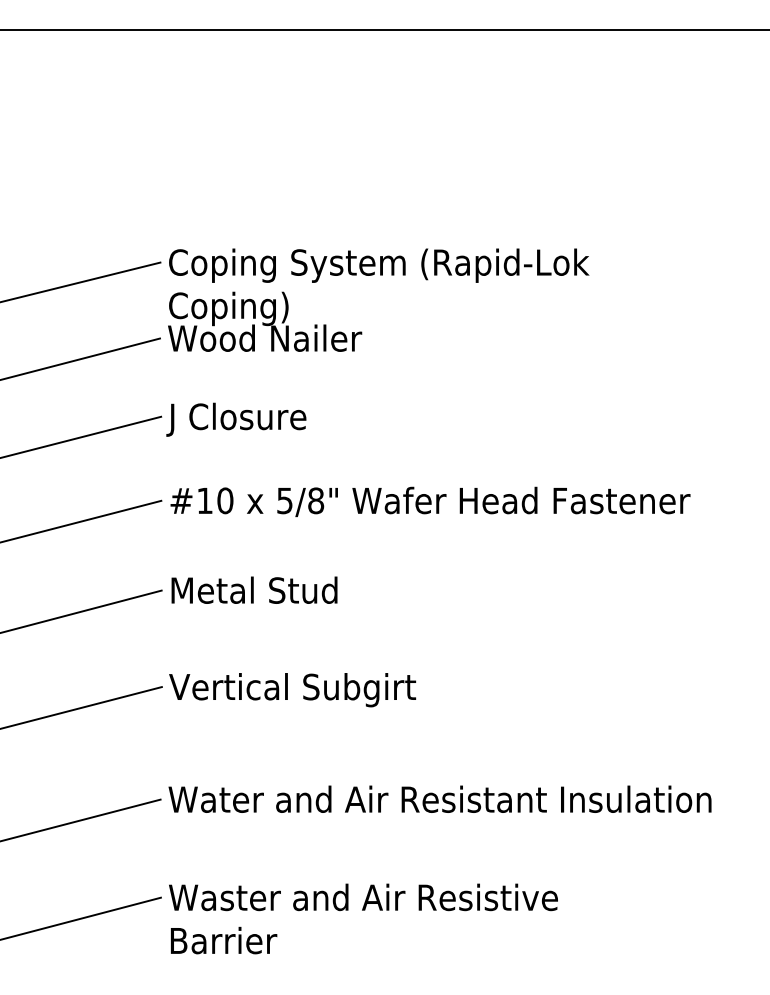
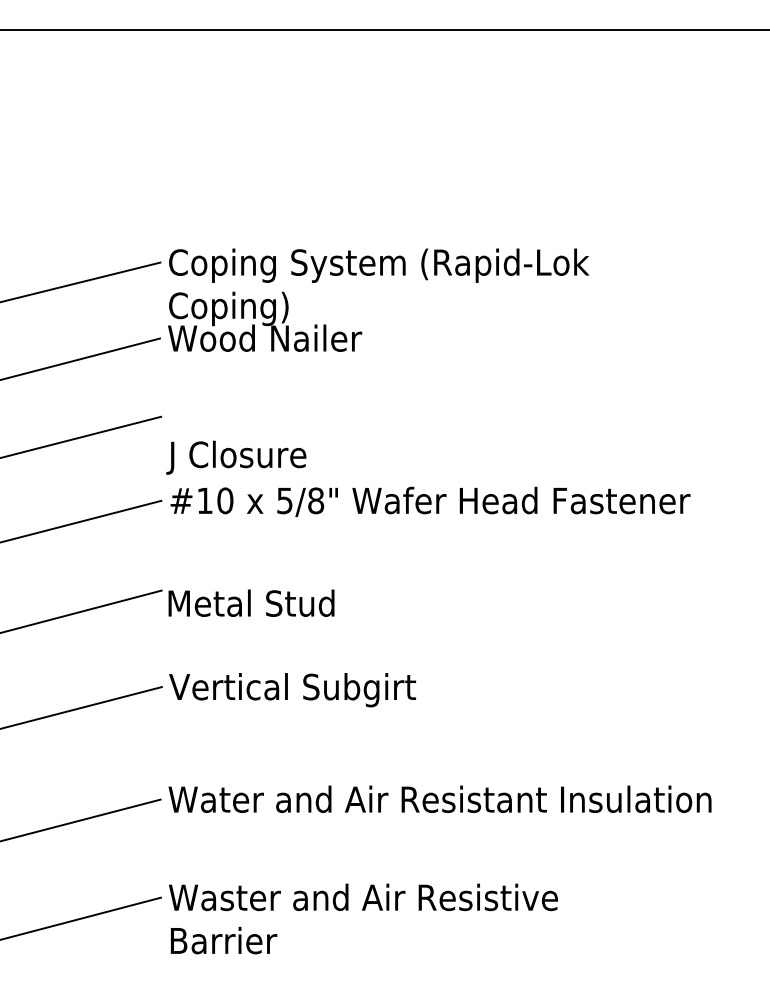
text at (236, 419) position: (236, 419) -> (236, 457)
text at (254, 589) position: (254, 589) -> (251, 602)
